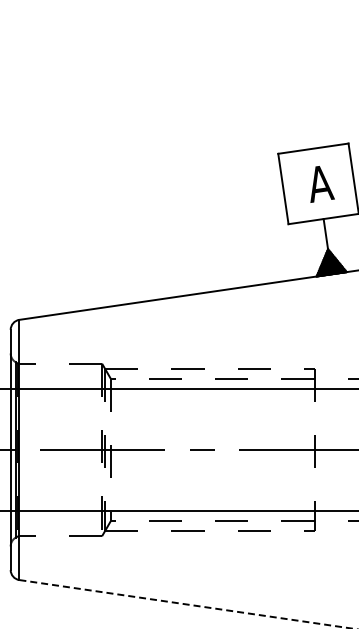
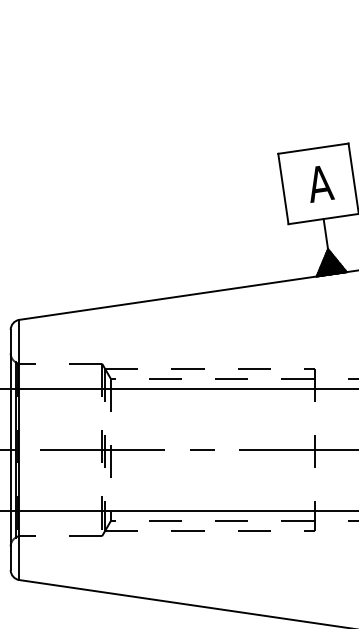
line at (187, 604): dashed -> solid
